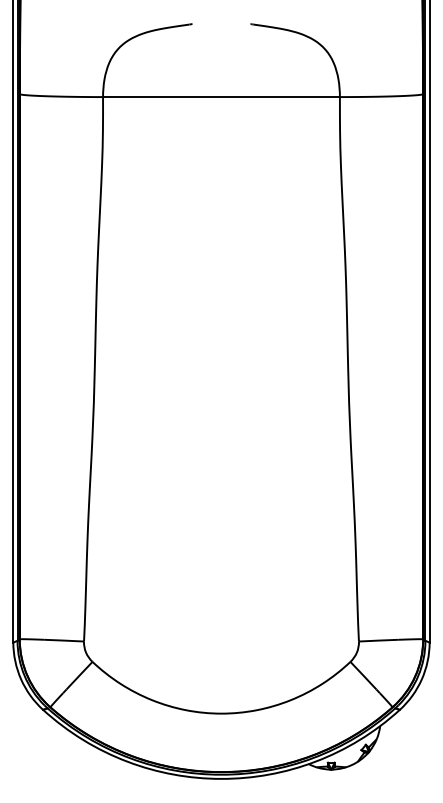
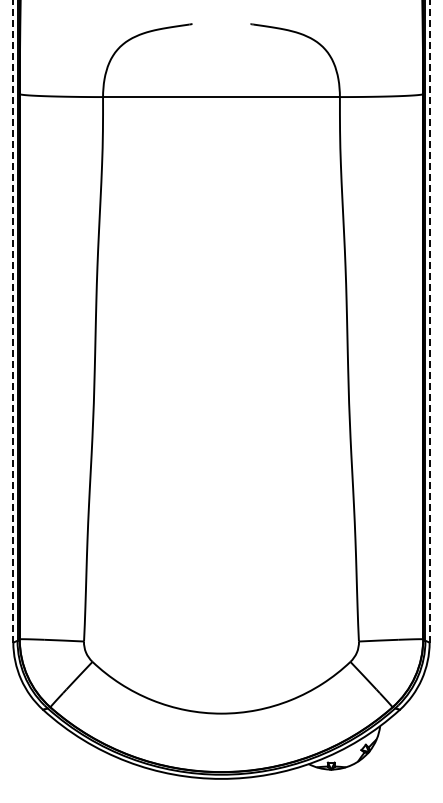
line at (13, 321): solid -> dashed
line at (429, 321): solid -> dashed
